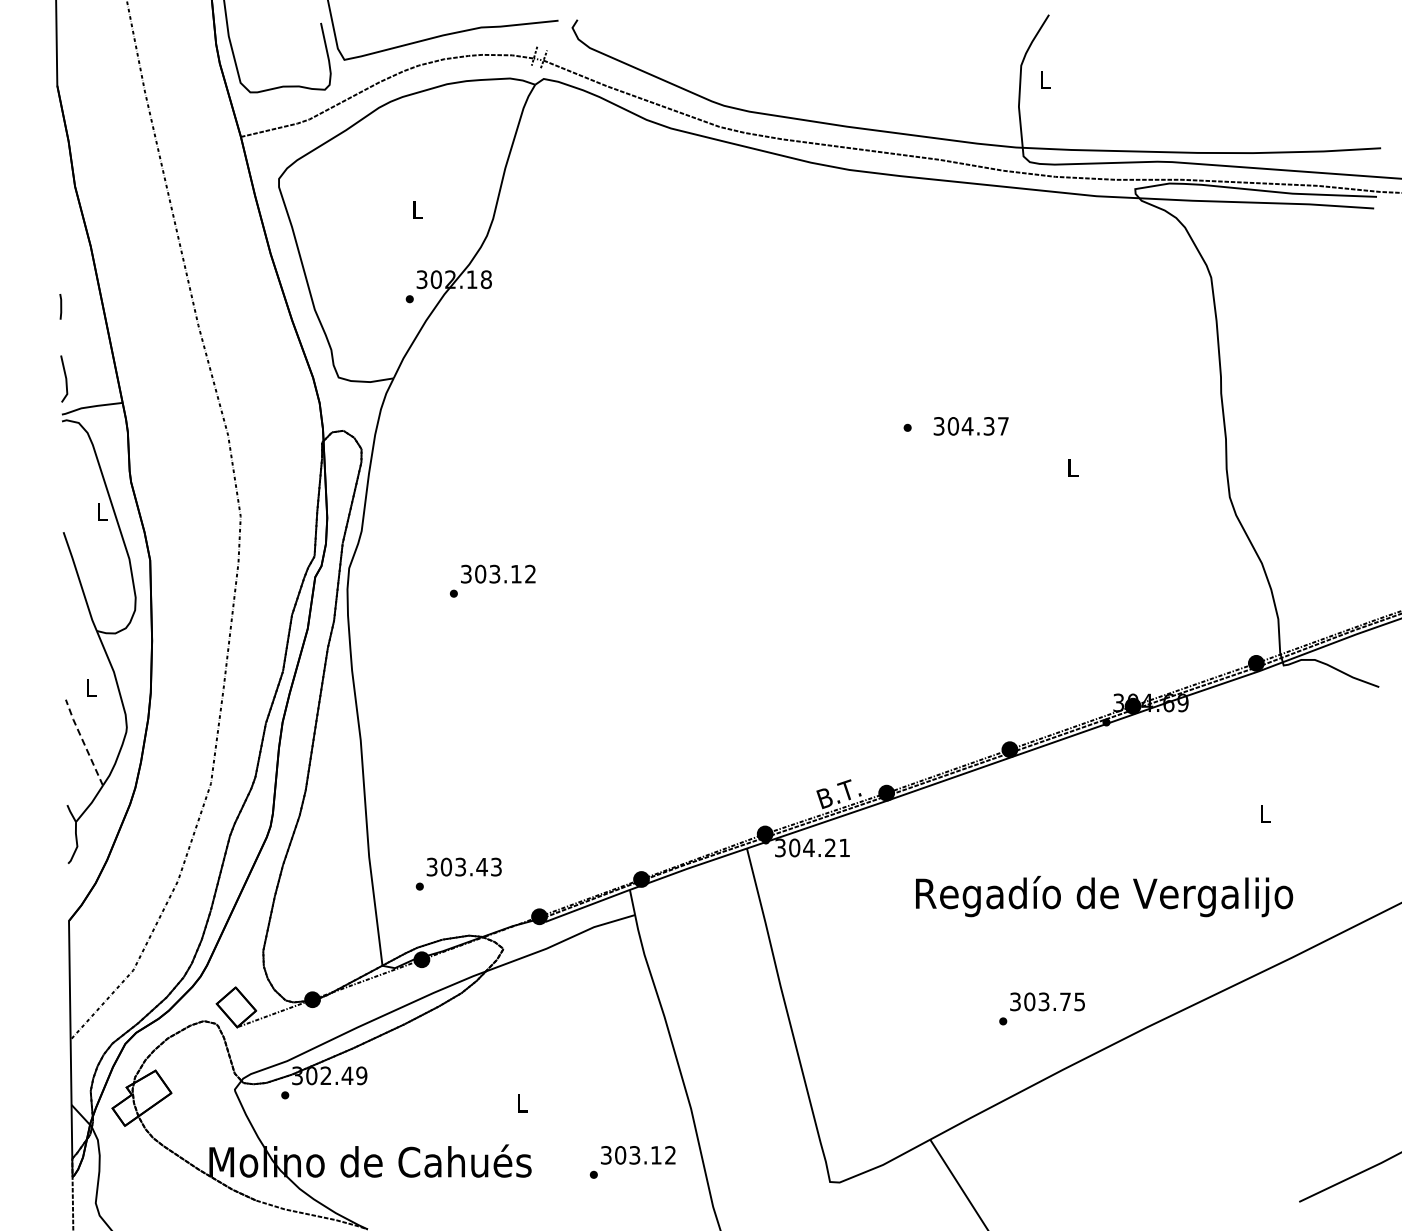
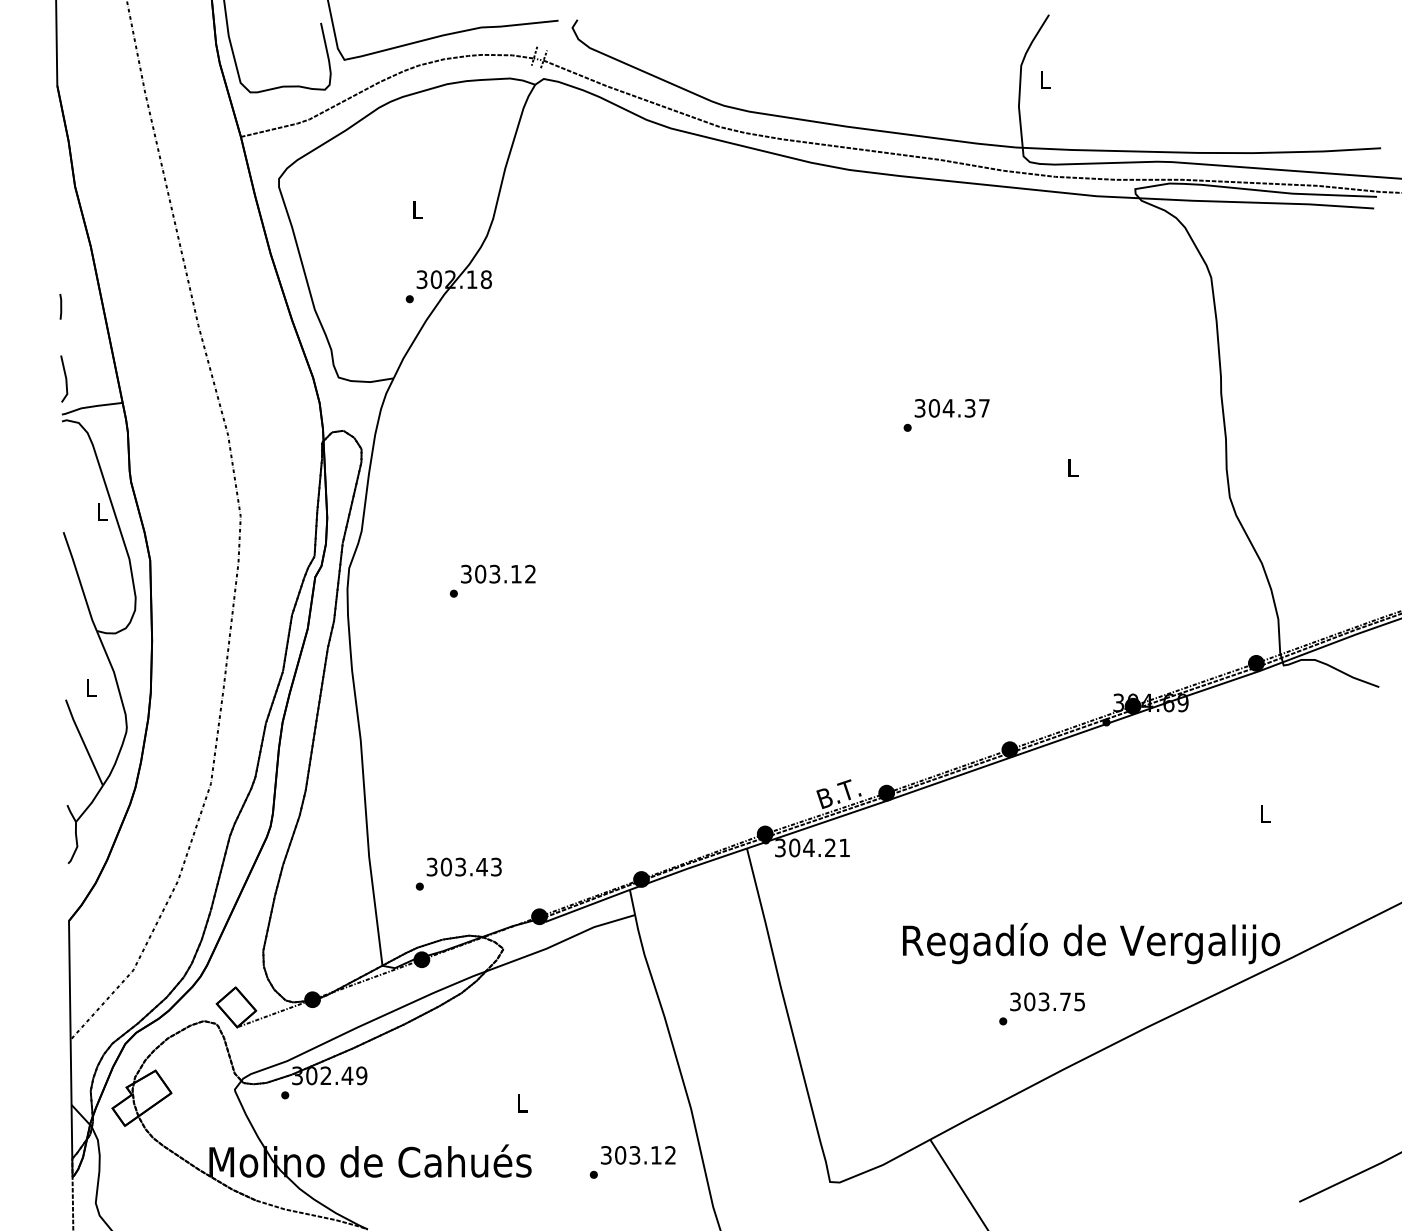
text at (970, 426) position: (970, 426) -> (951, 408)
line at (83, 742): dashed -> solid
text at (1104, 896) position: (1104, 896) -> (1091, 943)
